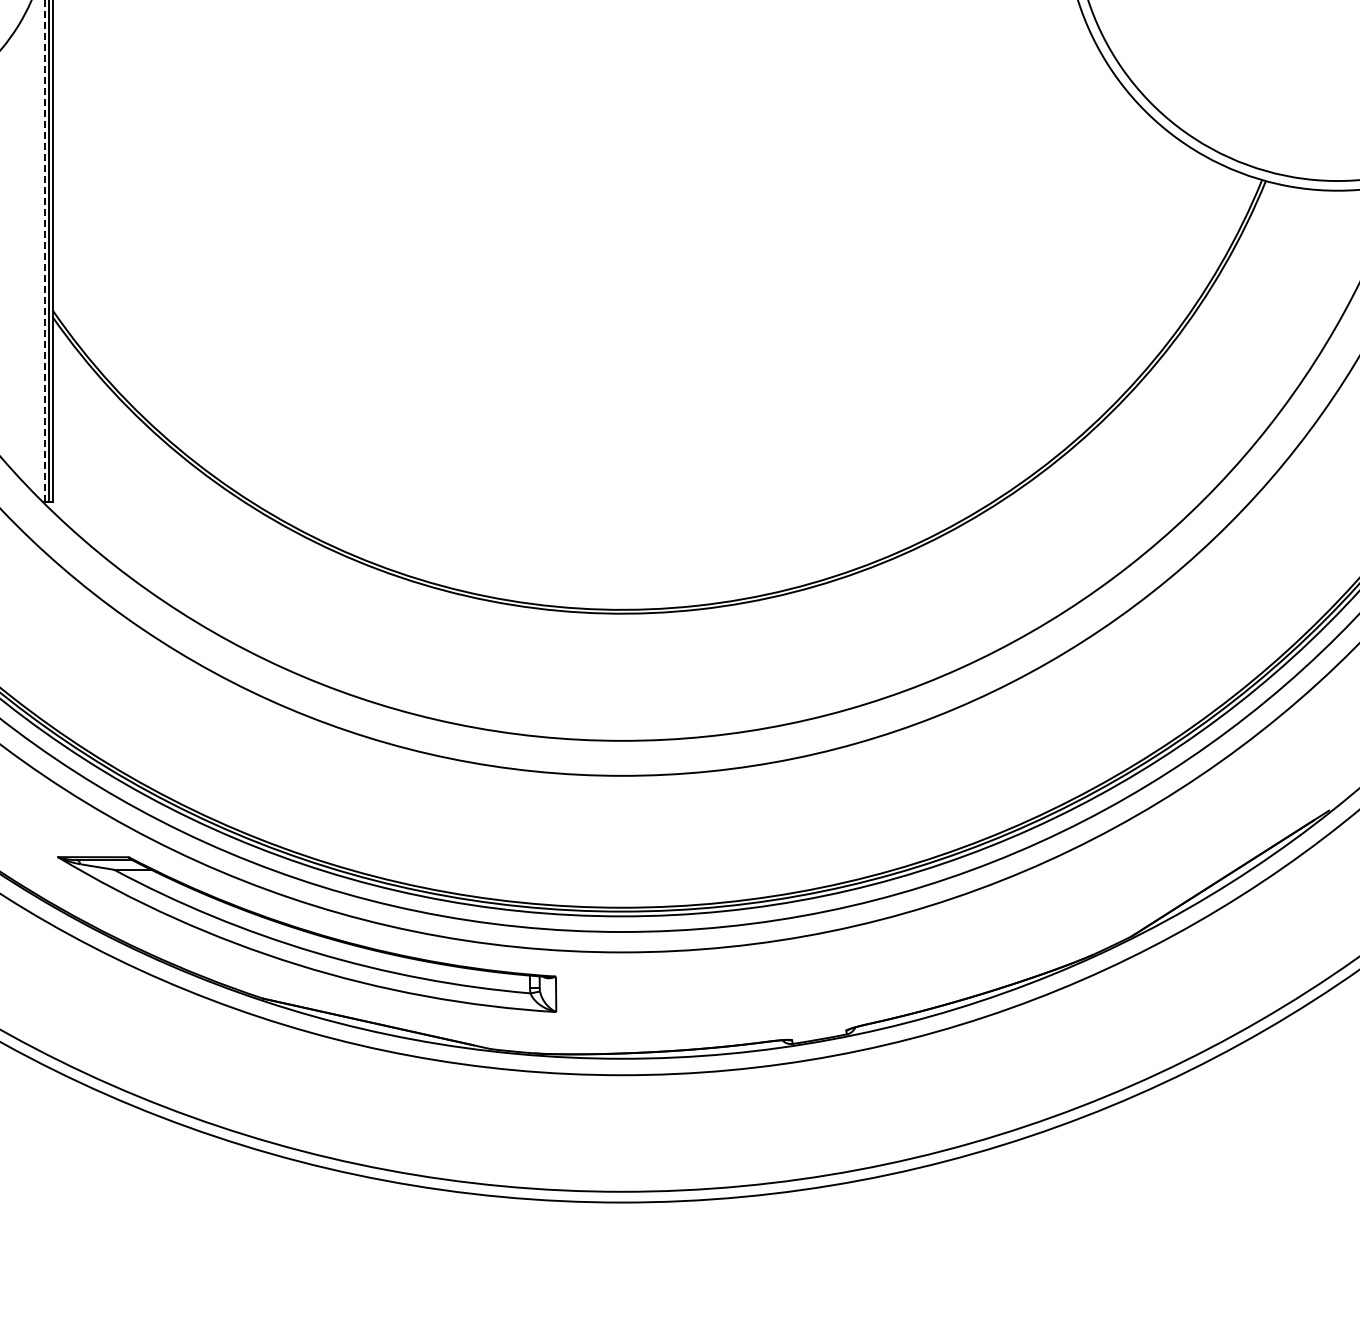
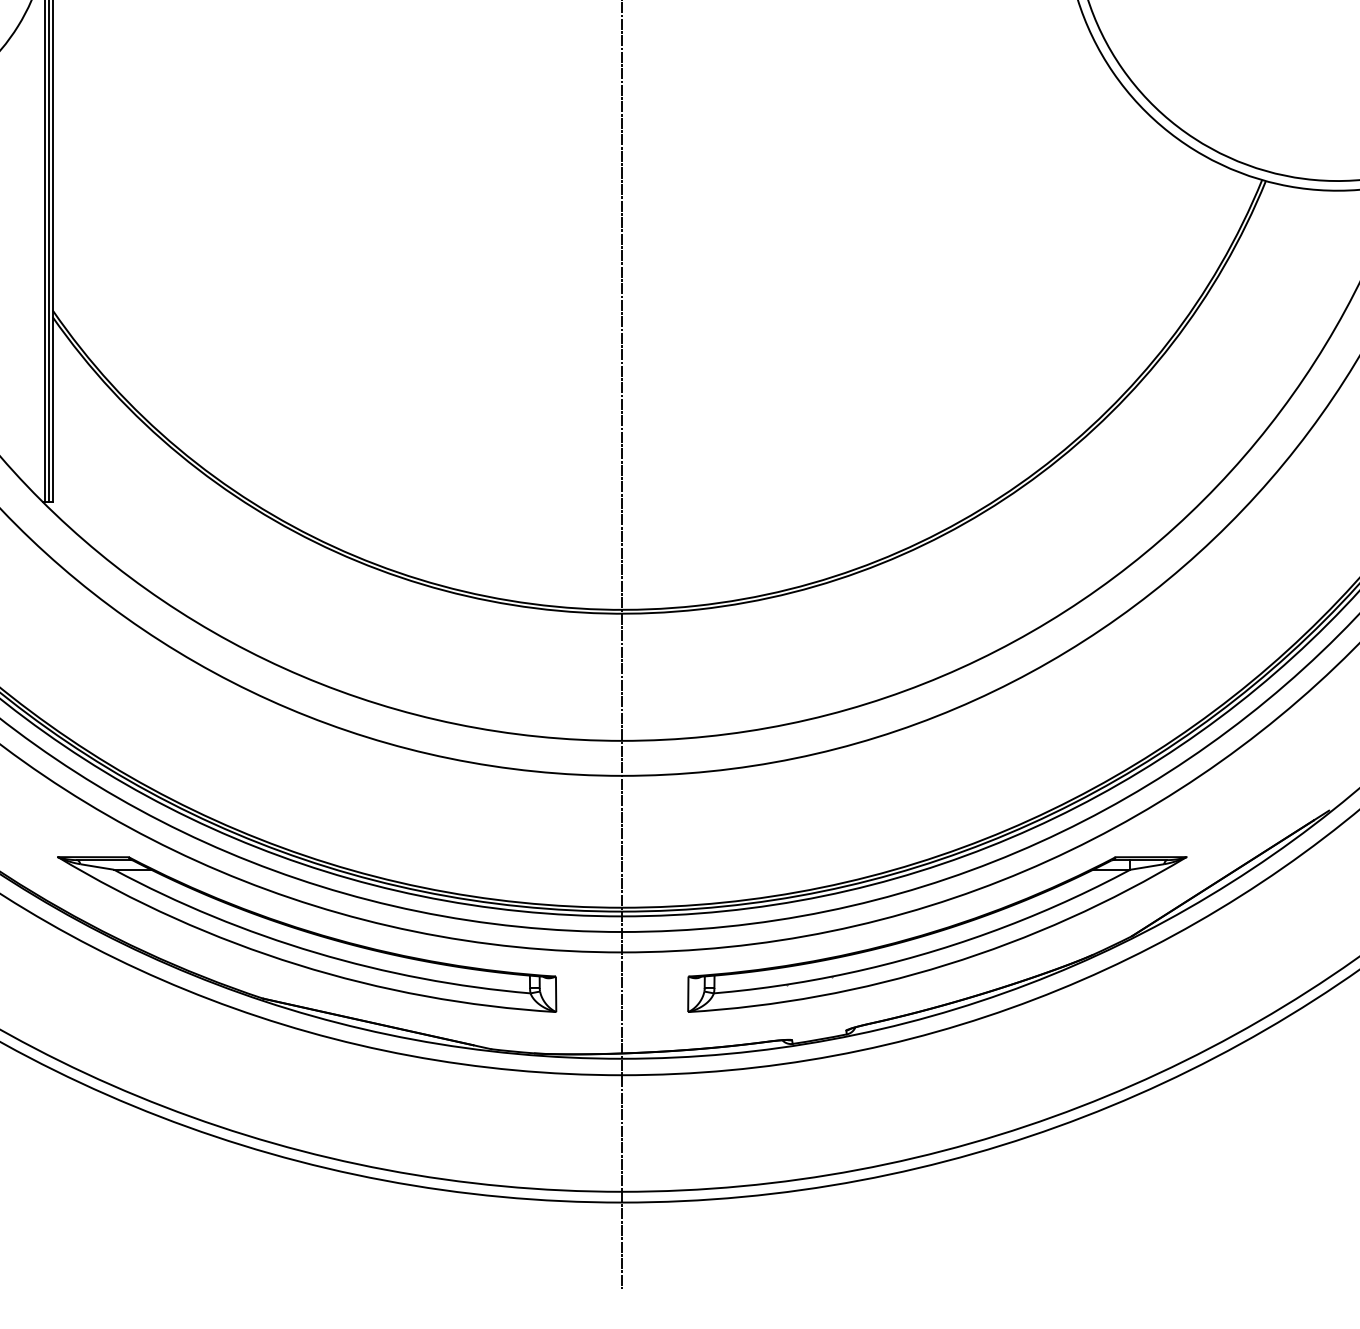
line at (44, 250): dashed -> solid
line at (622, 645): none -> present
part at (937, 934): none -> present
